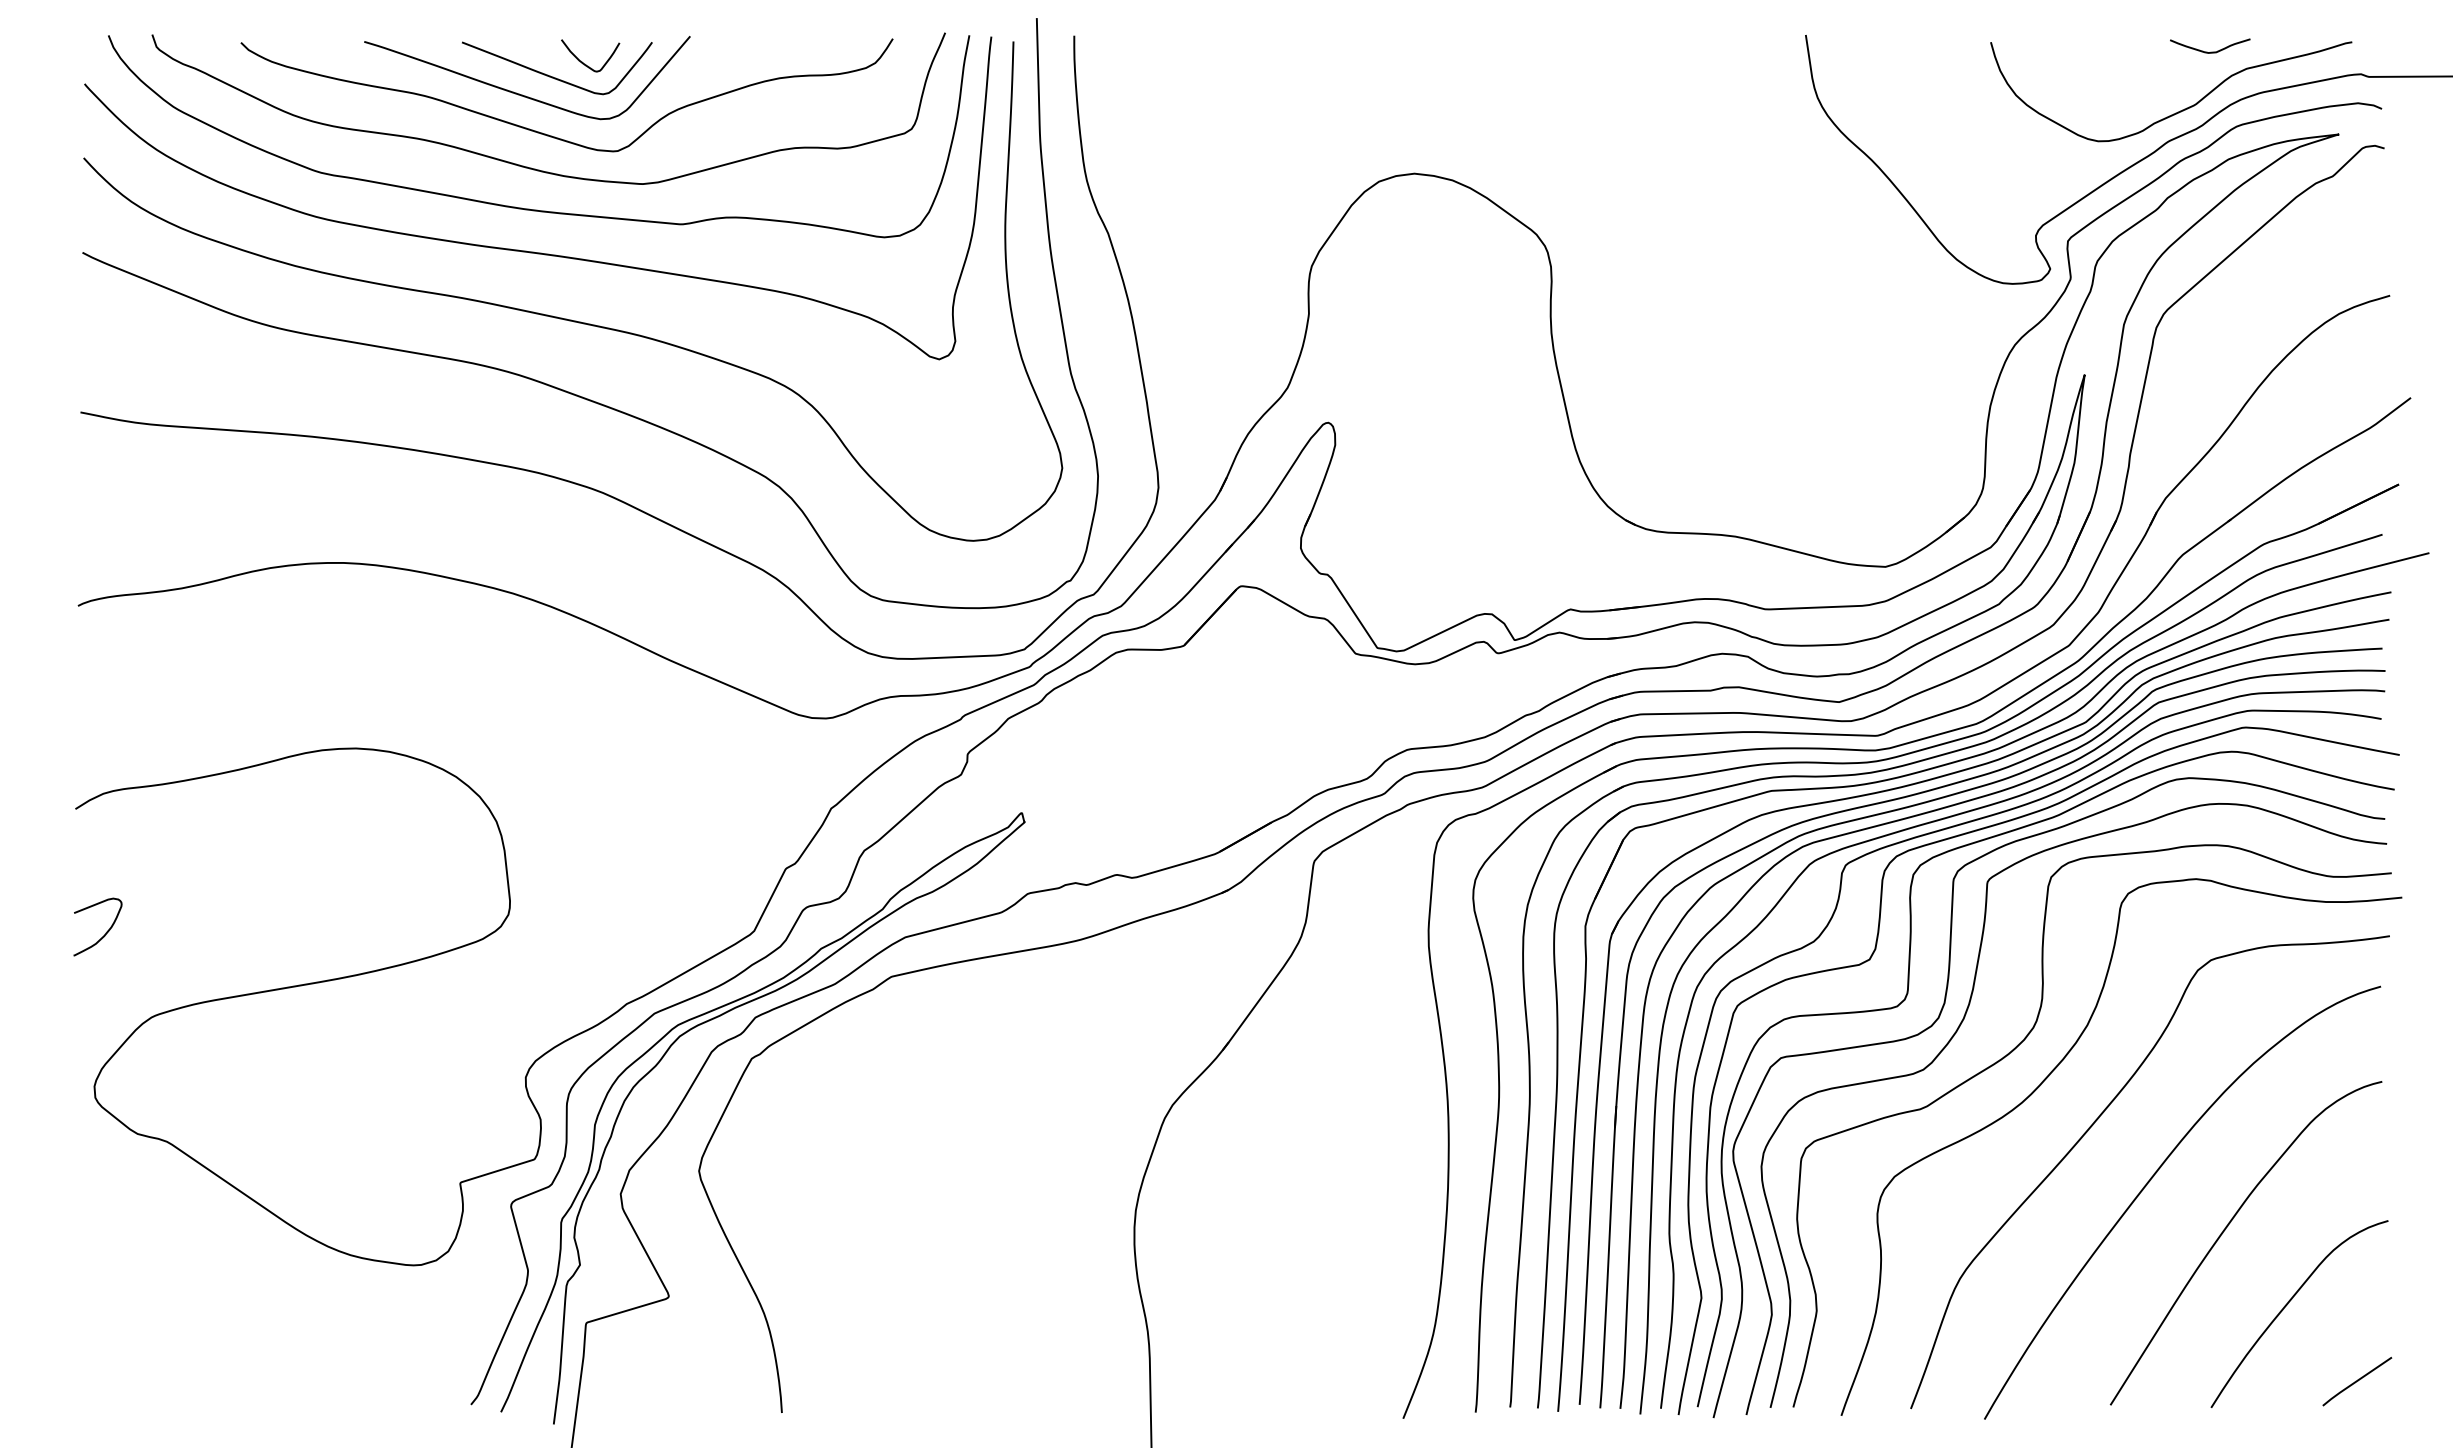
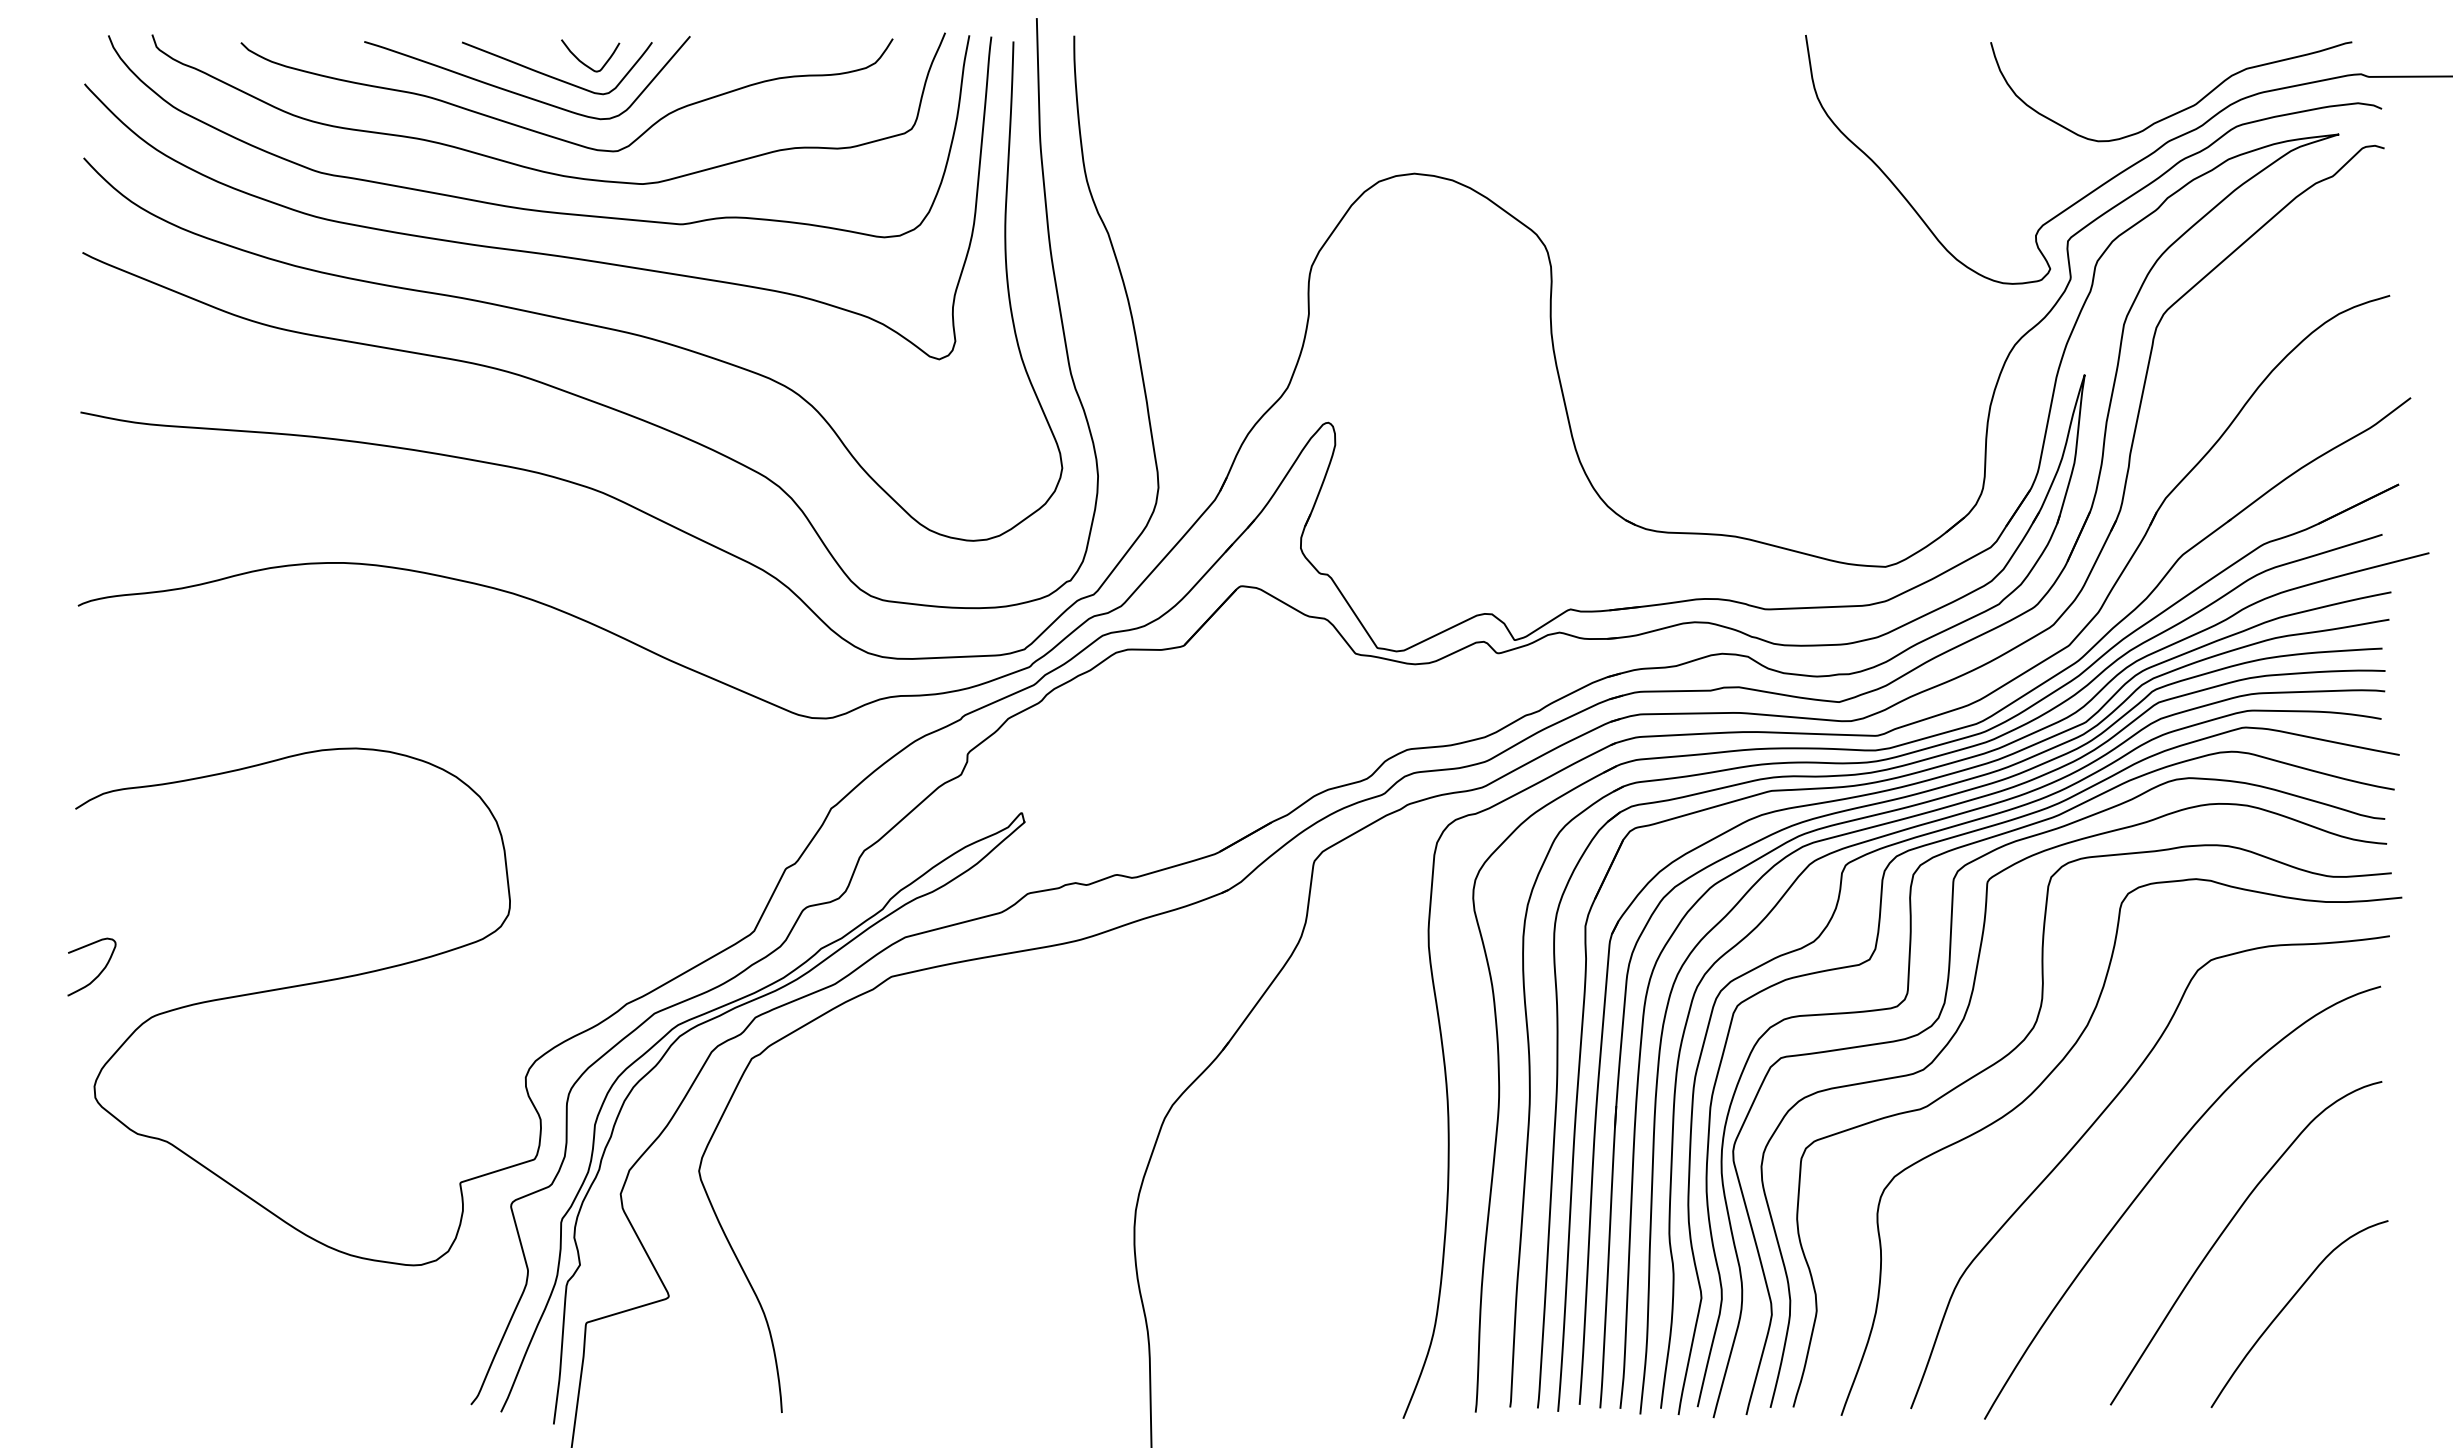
curve at (2210, 51): present -> none
curve at (105, 932) position: (105, 932) -> (99, 972)
line at (2357, 1381): present -> none
